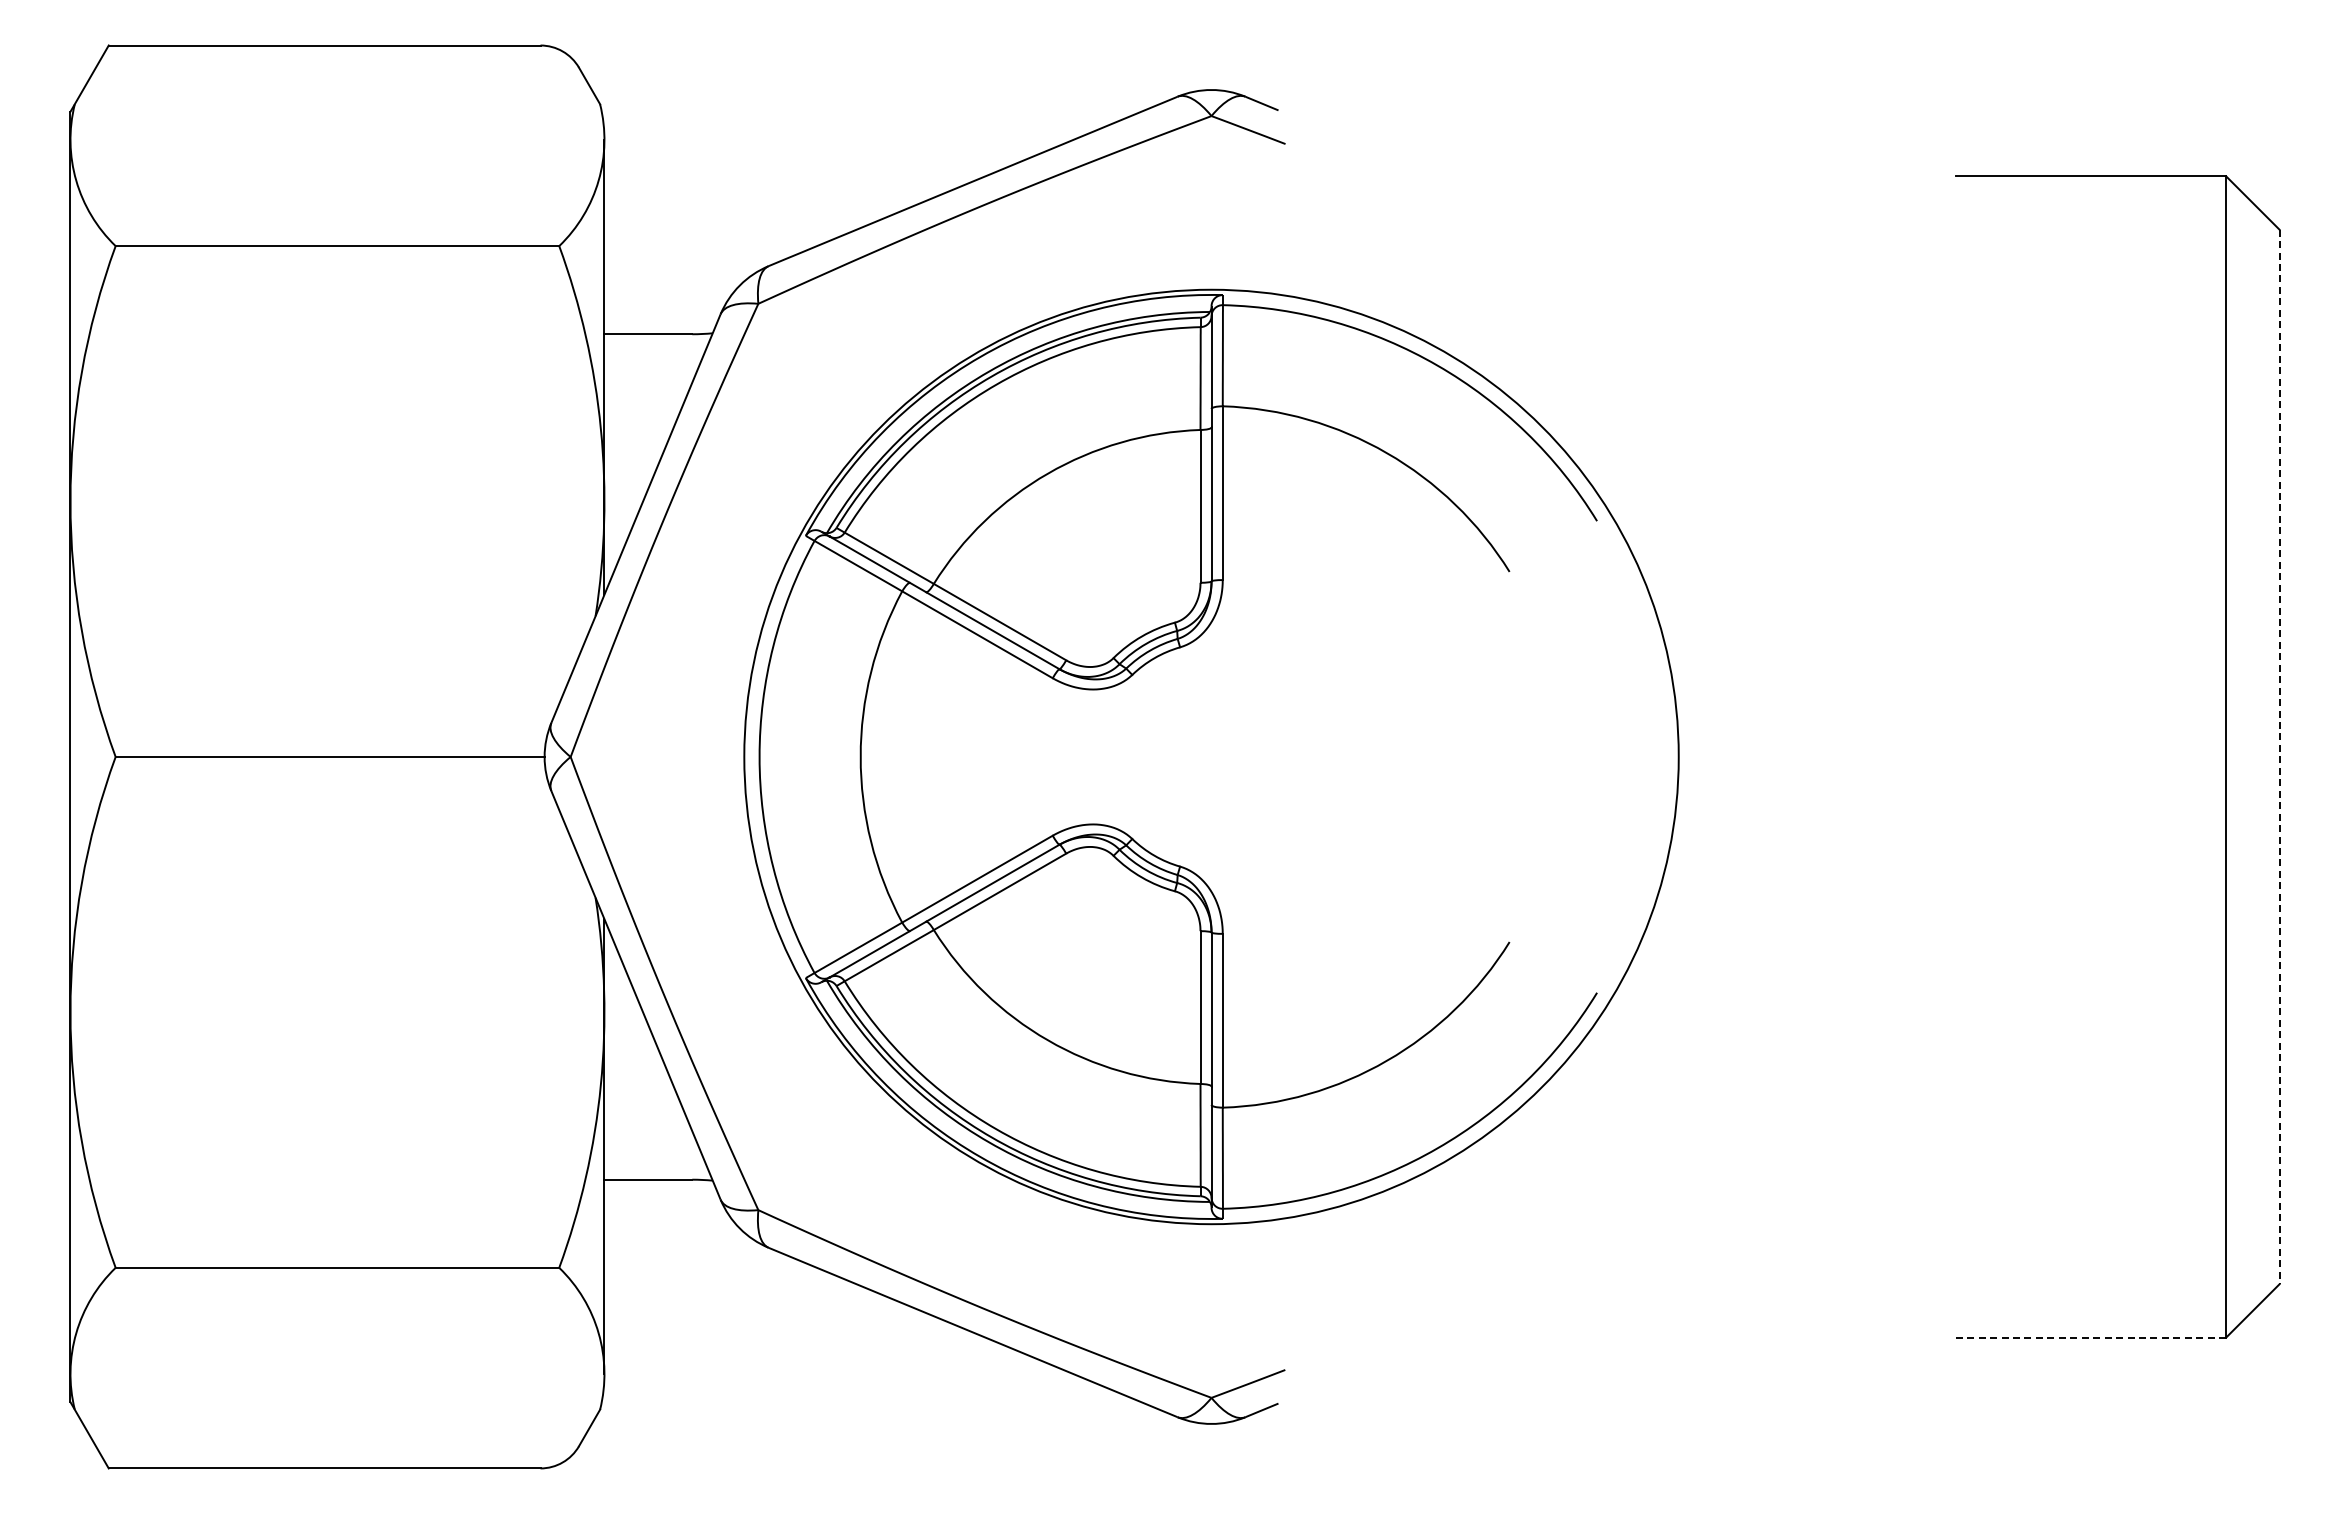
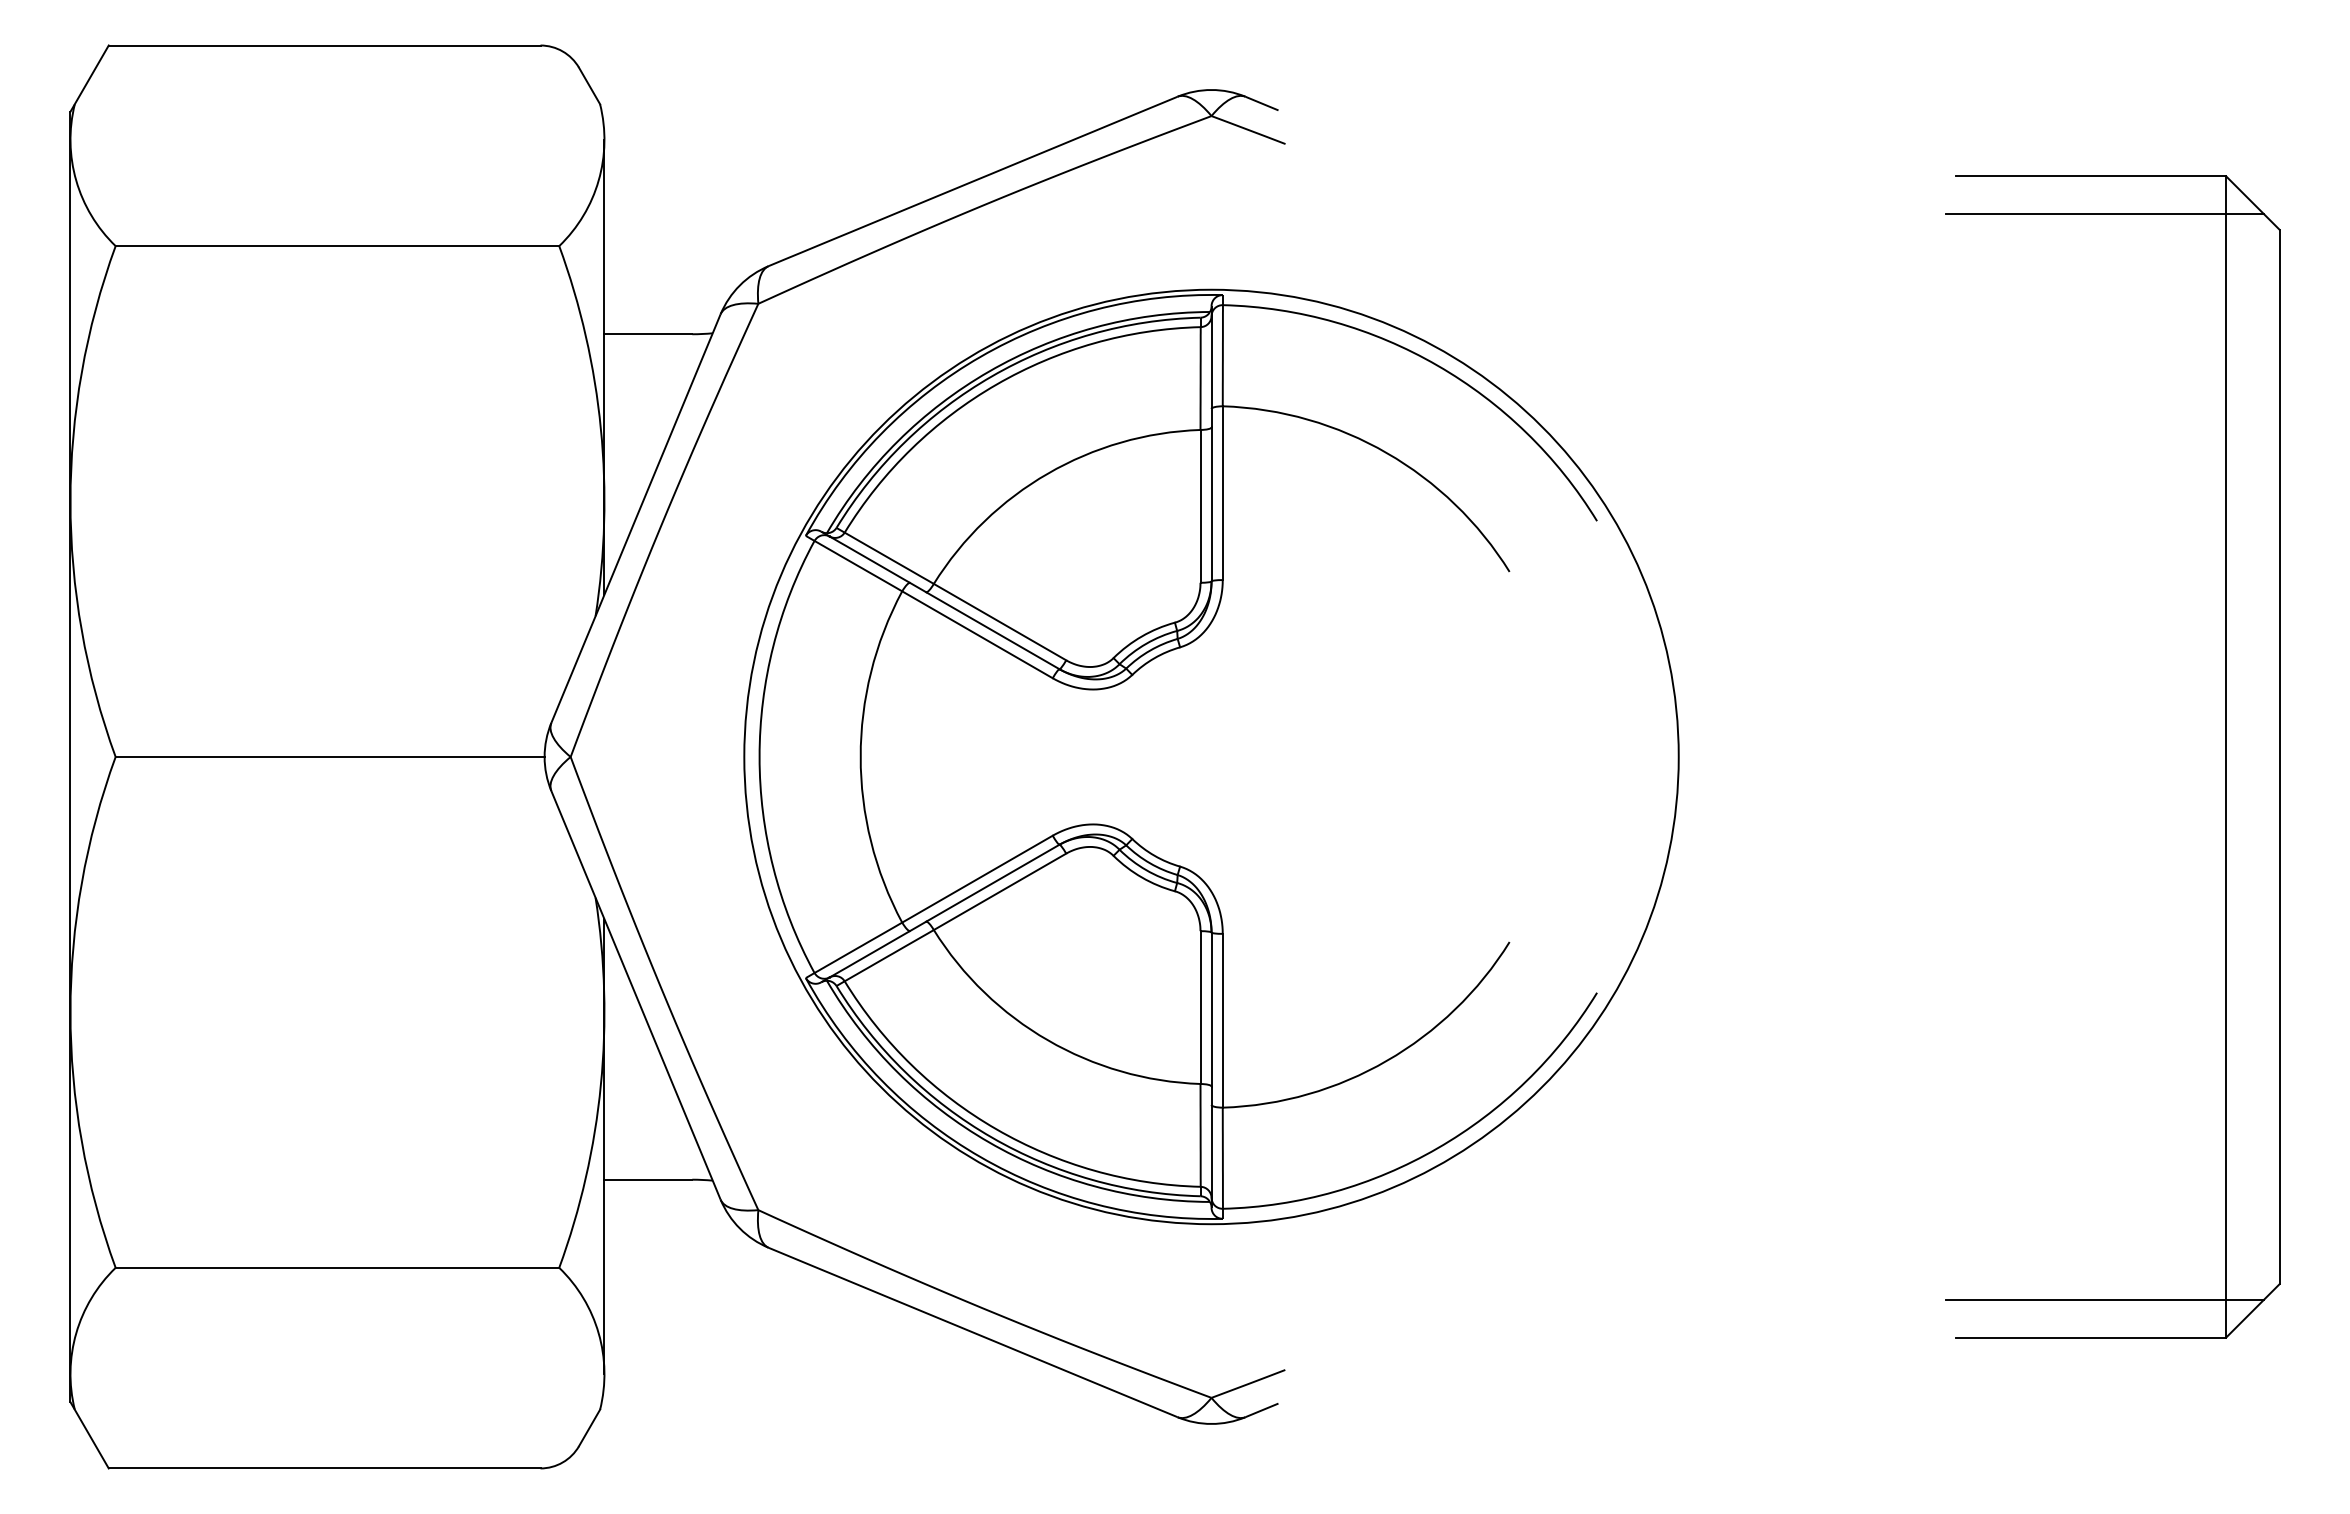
line at (2104, 214): none -> present
line at (2279, 757): dashed -> solid
line at (2104, 1299): none -> present
line at (2090, 1337): dashed -> solid
